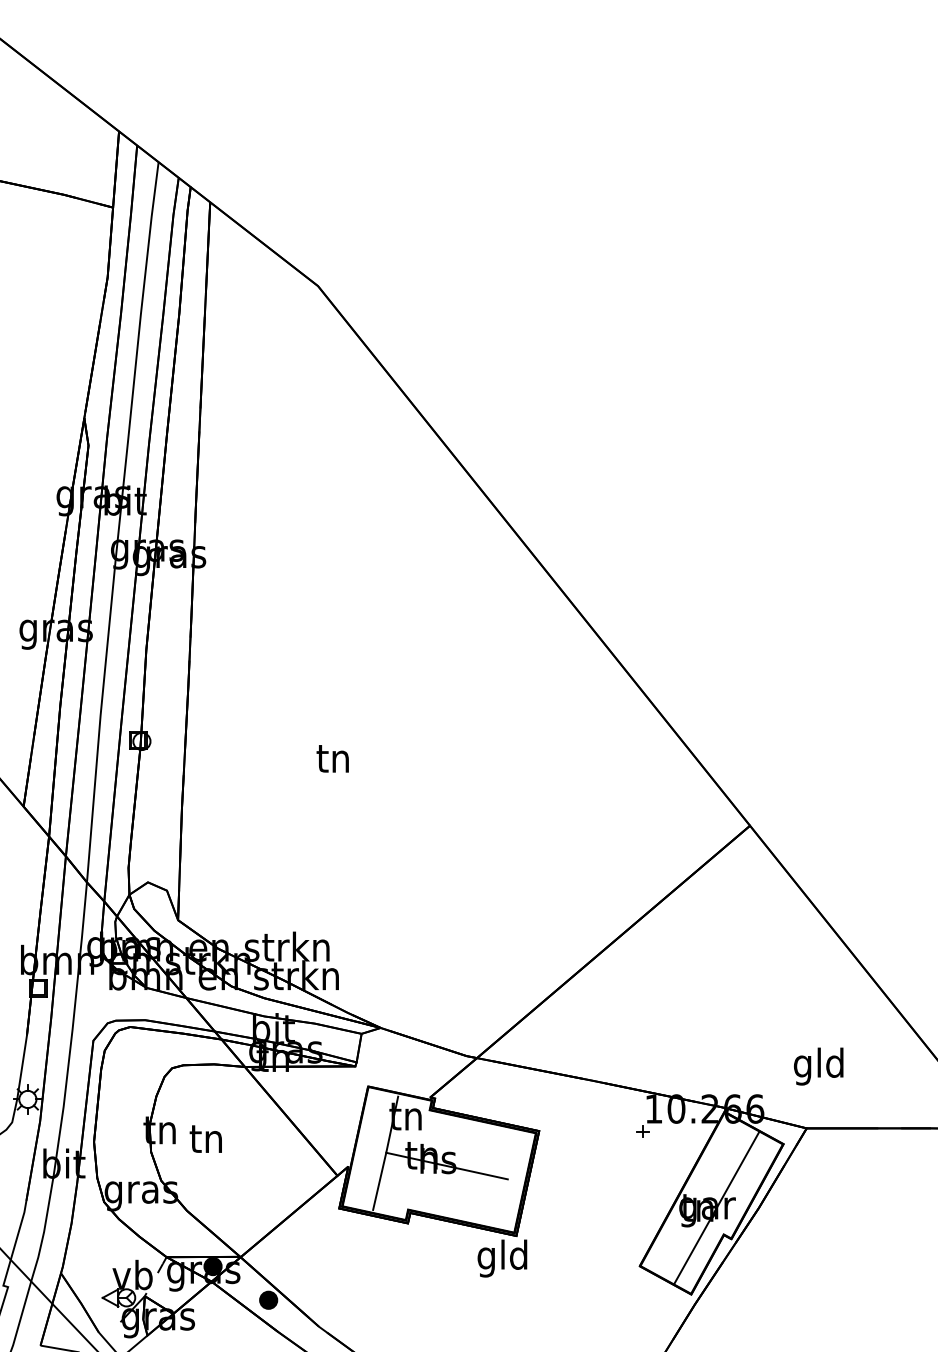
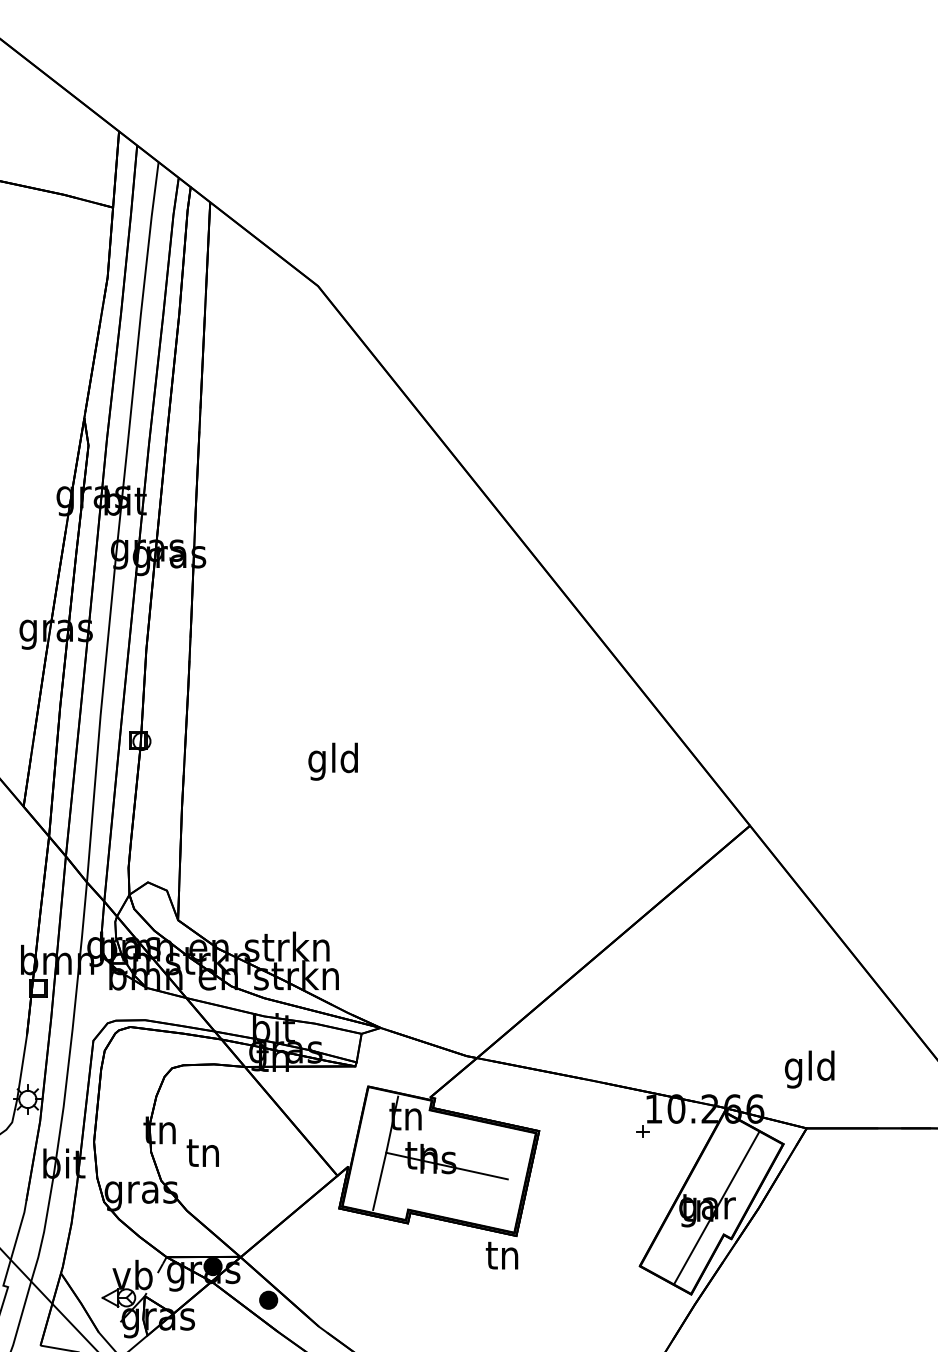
text at (332, 761): tn -> gld
text at (818, 1066) position: (818, 1066) -> (809, 1069)
text at (205, 1138) position: (205, 1138) -> (202, 1152)
text at (502, 1258): gld -> tn
